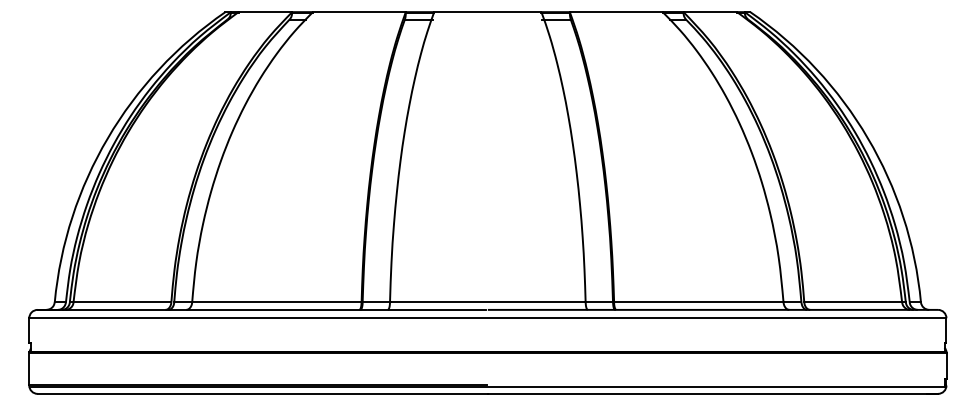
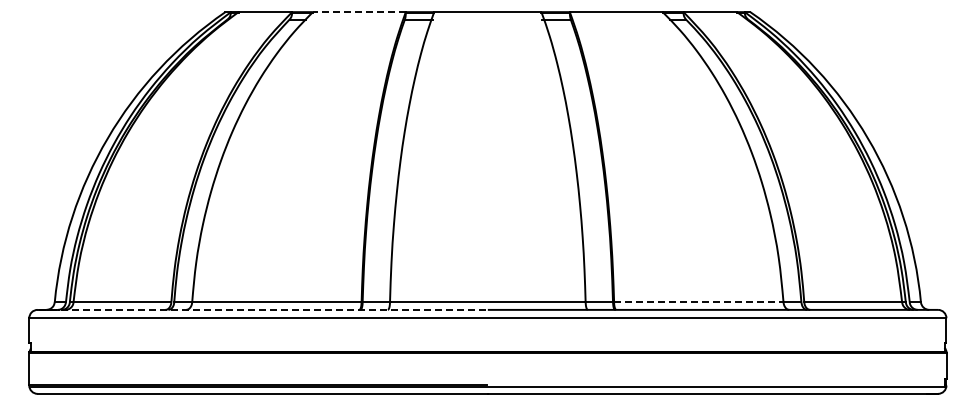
line at (358, 12): solid -> dashed
line at (698, 302): solid -> dashed
line at (261, 309): solid -> dashed
